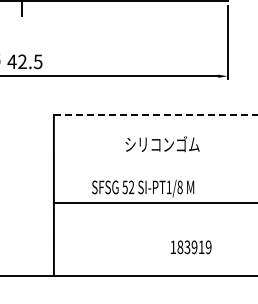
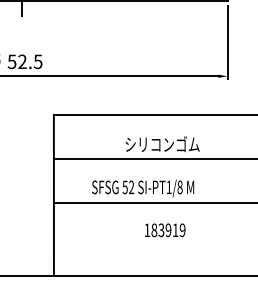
text at (11, 61): 42.5 -> 52.5
line at (155, 114): dashed -> solid
line at (153, 159): none -> present
text at (191, 247) position: (191, 247) -> (165, 230)
